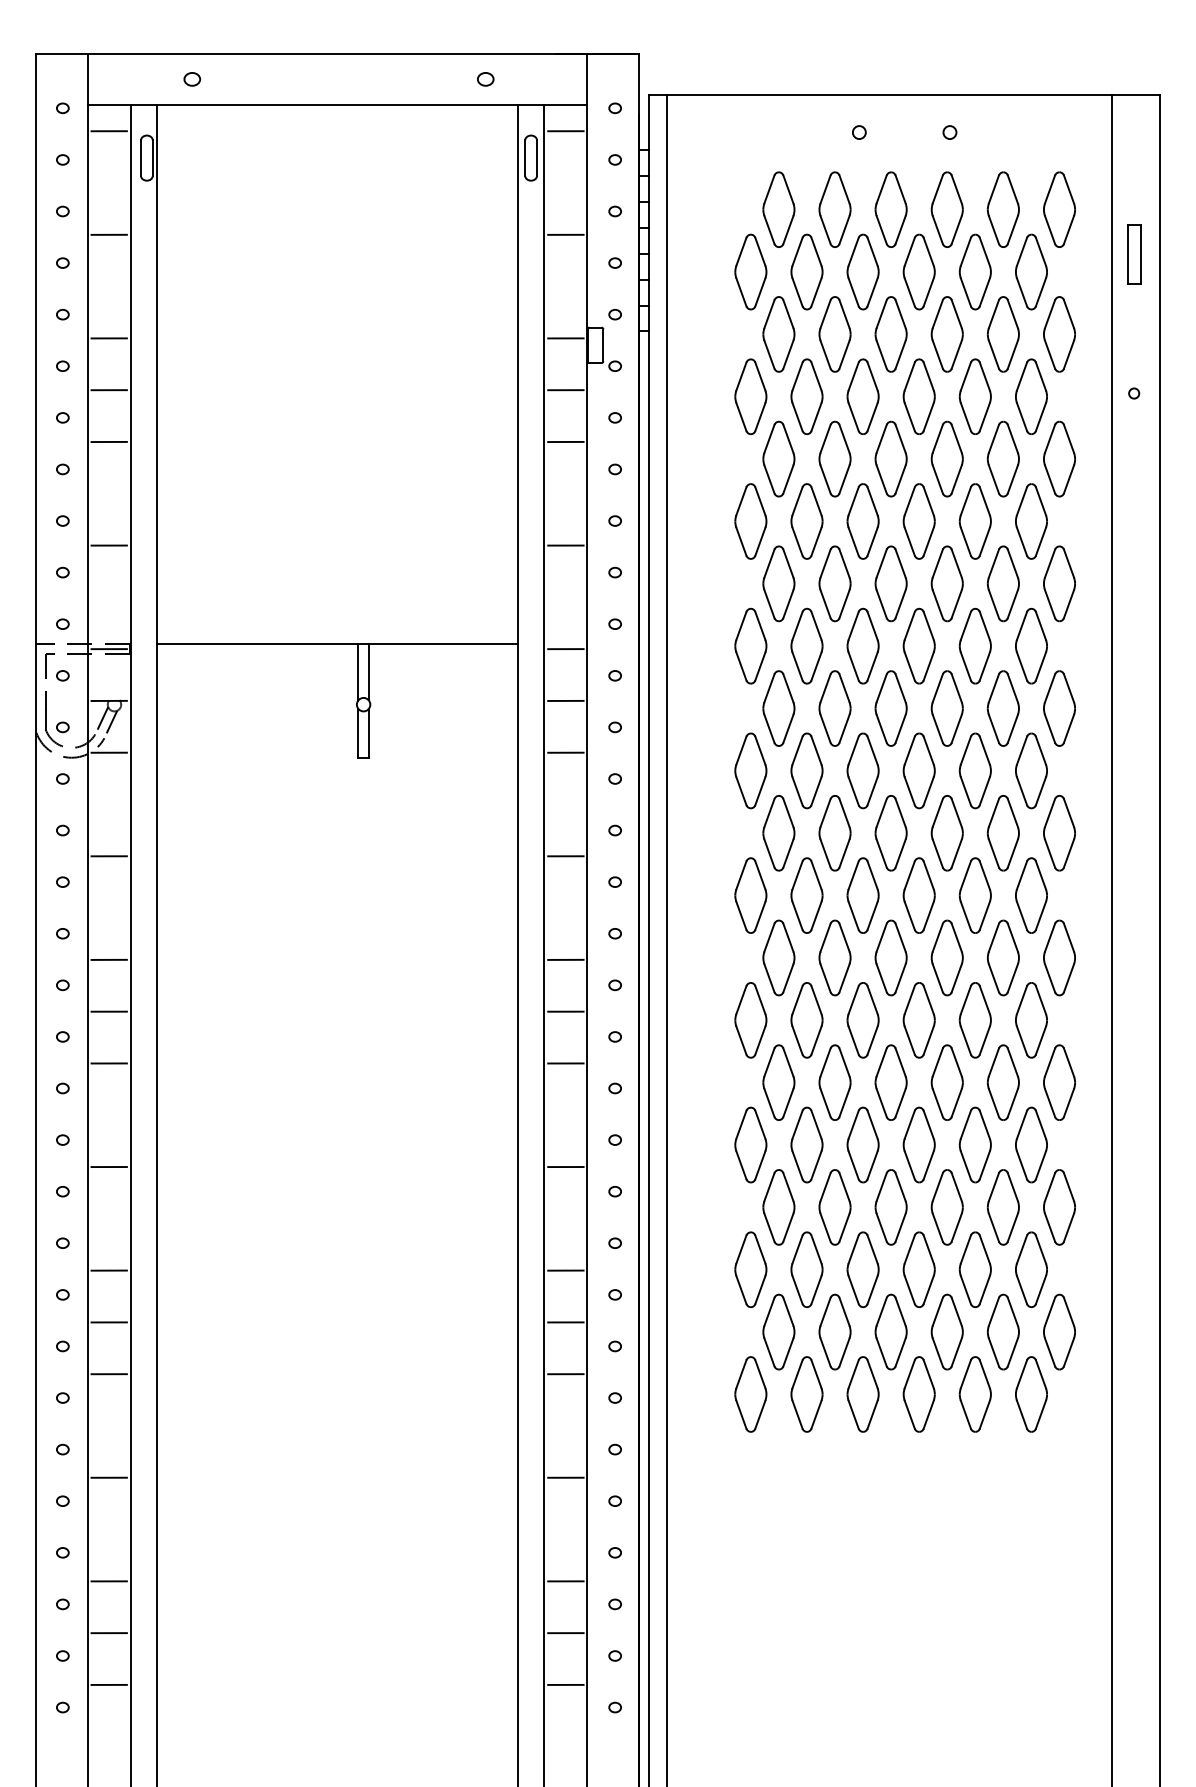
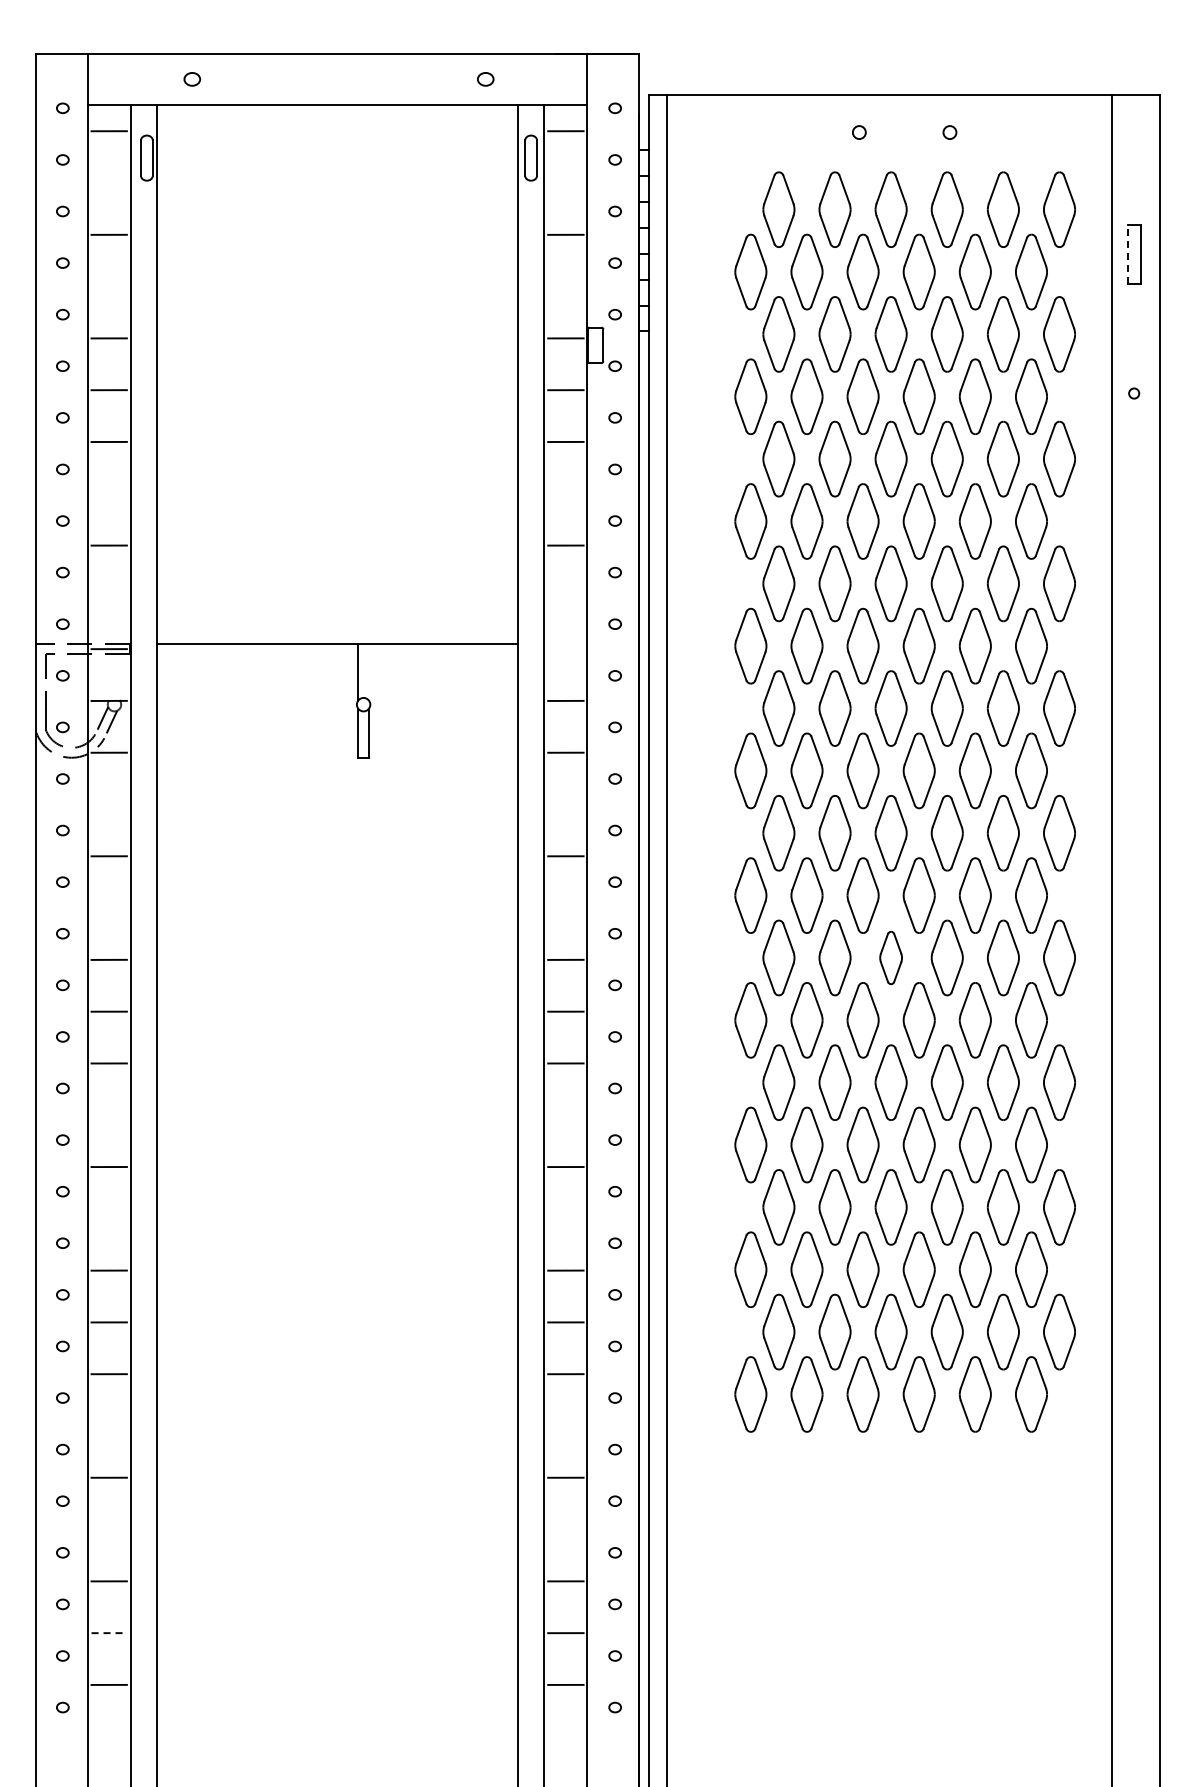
line at (1127, 253): solid -> dashed
line at (565, 649): present -> none
line at (368, 672): present -> none
part at (890, 957) size: 34x78 px -> 24x54 px
line at (109, 1633): solid -> dashed
